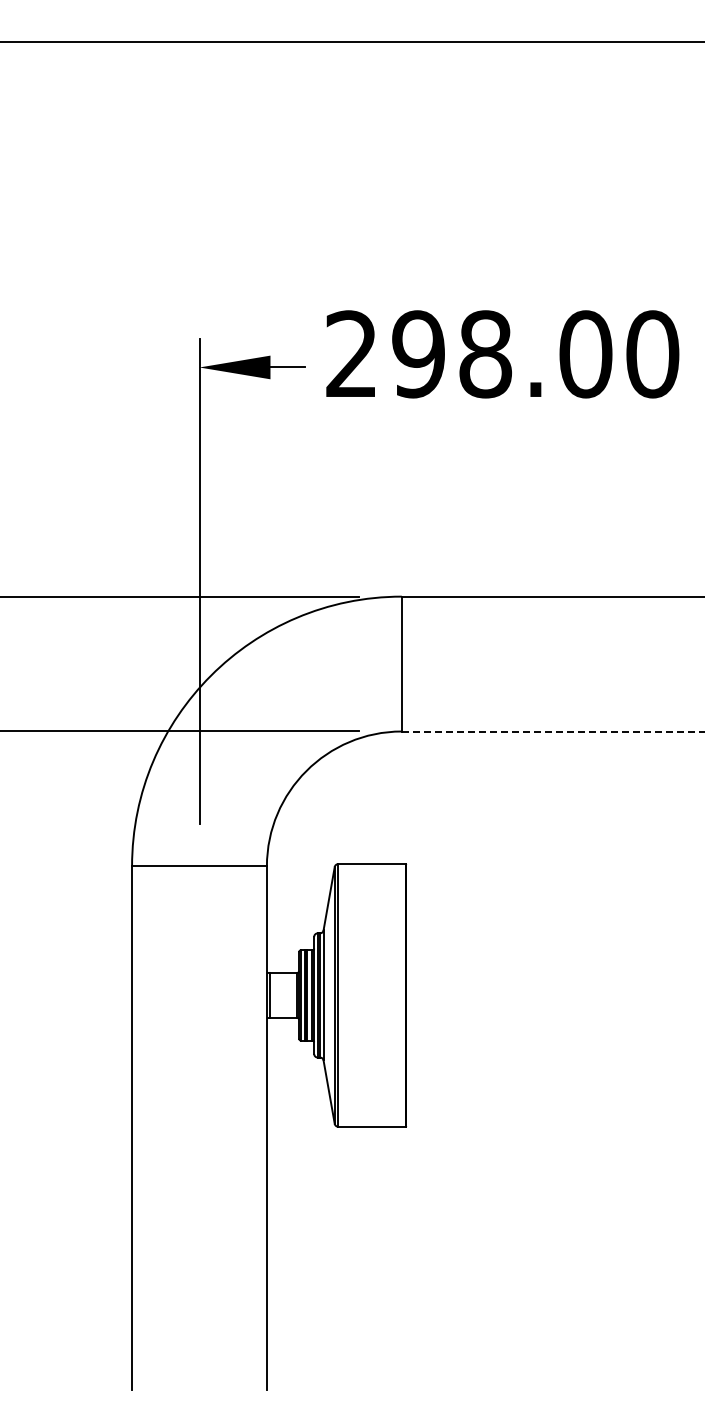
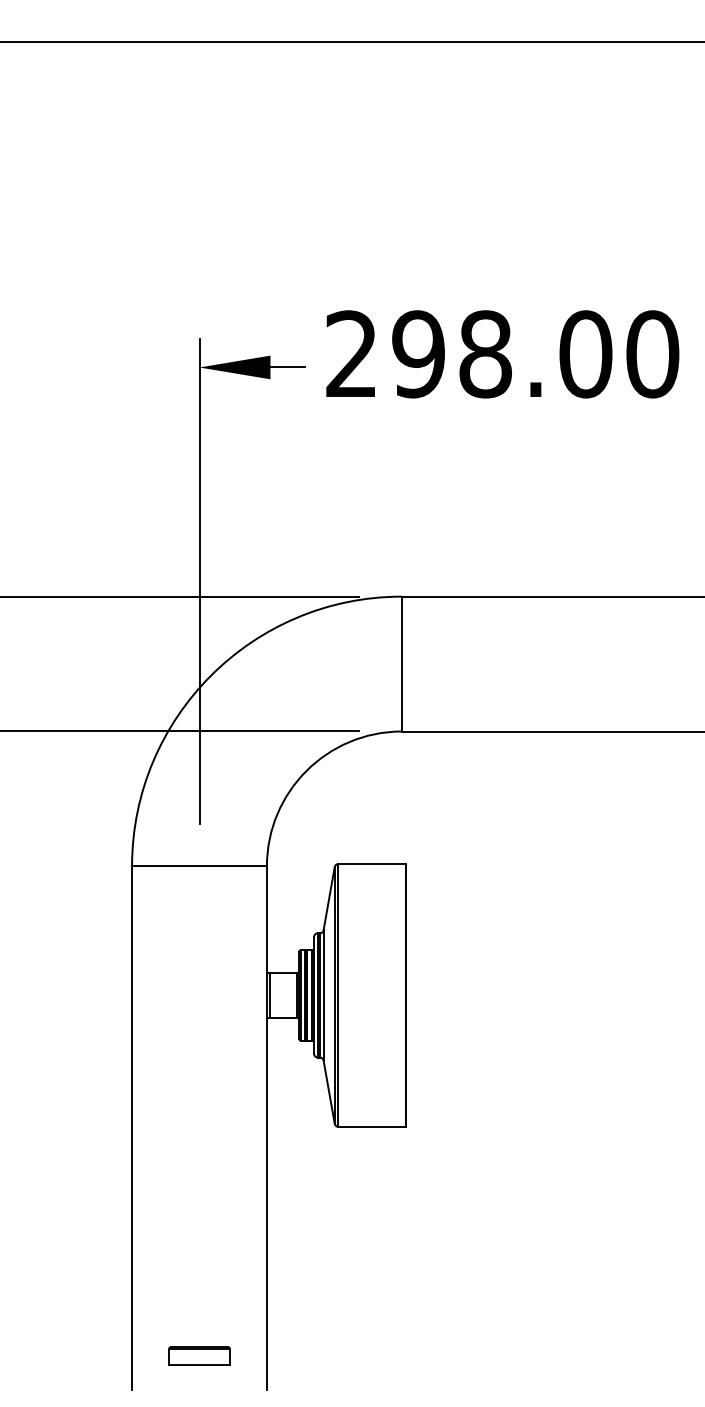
line at (553, 731): dashed -> solid
part at (199, 1355): none -> present
